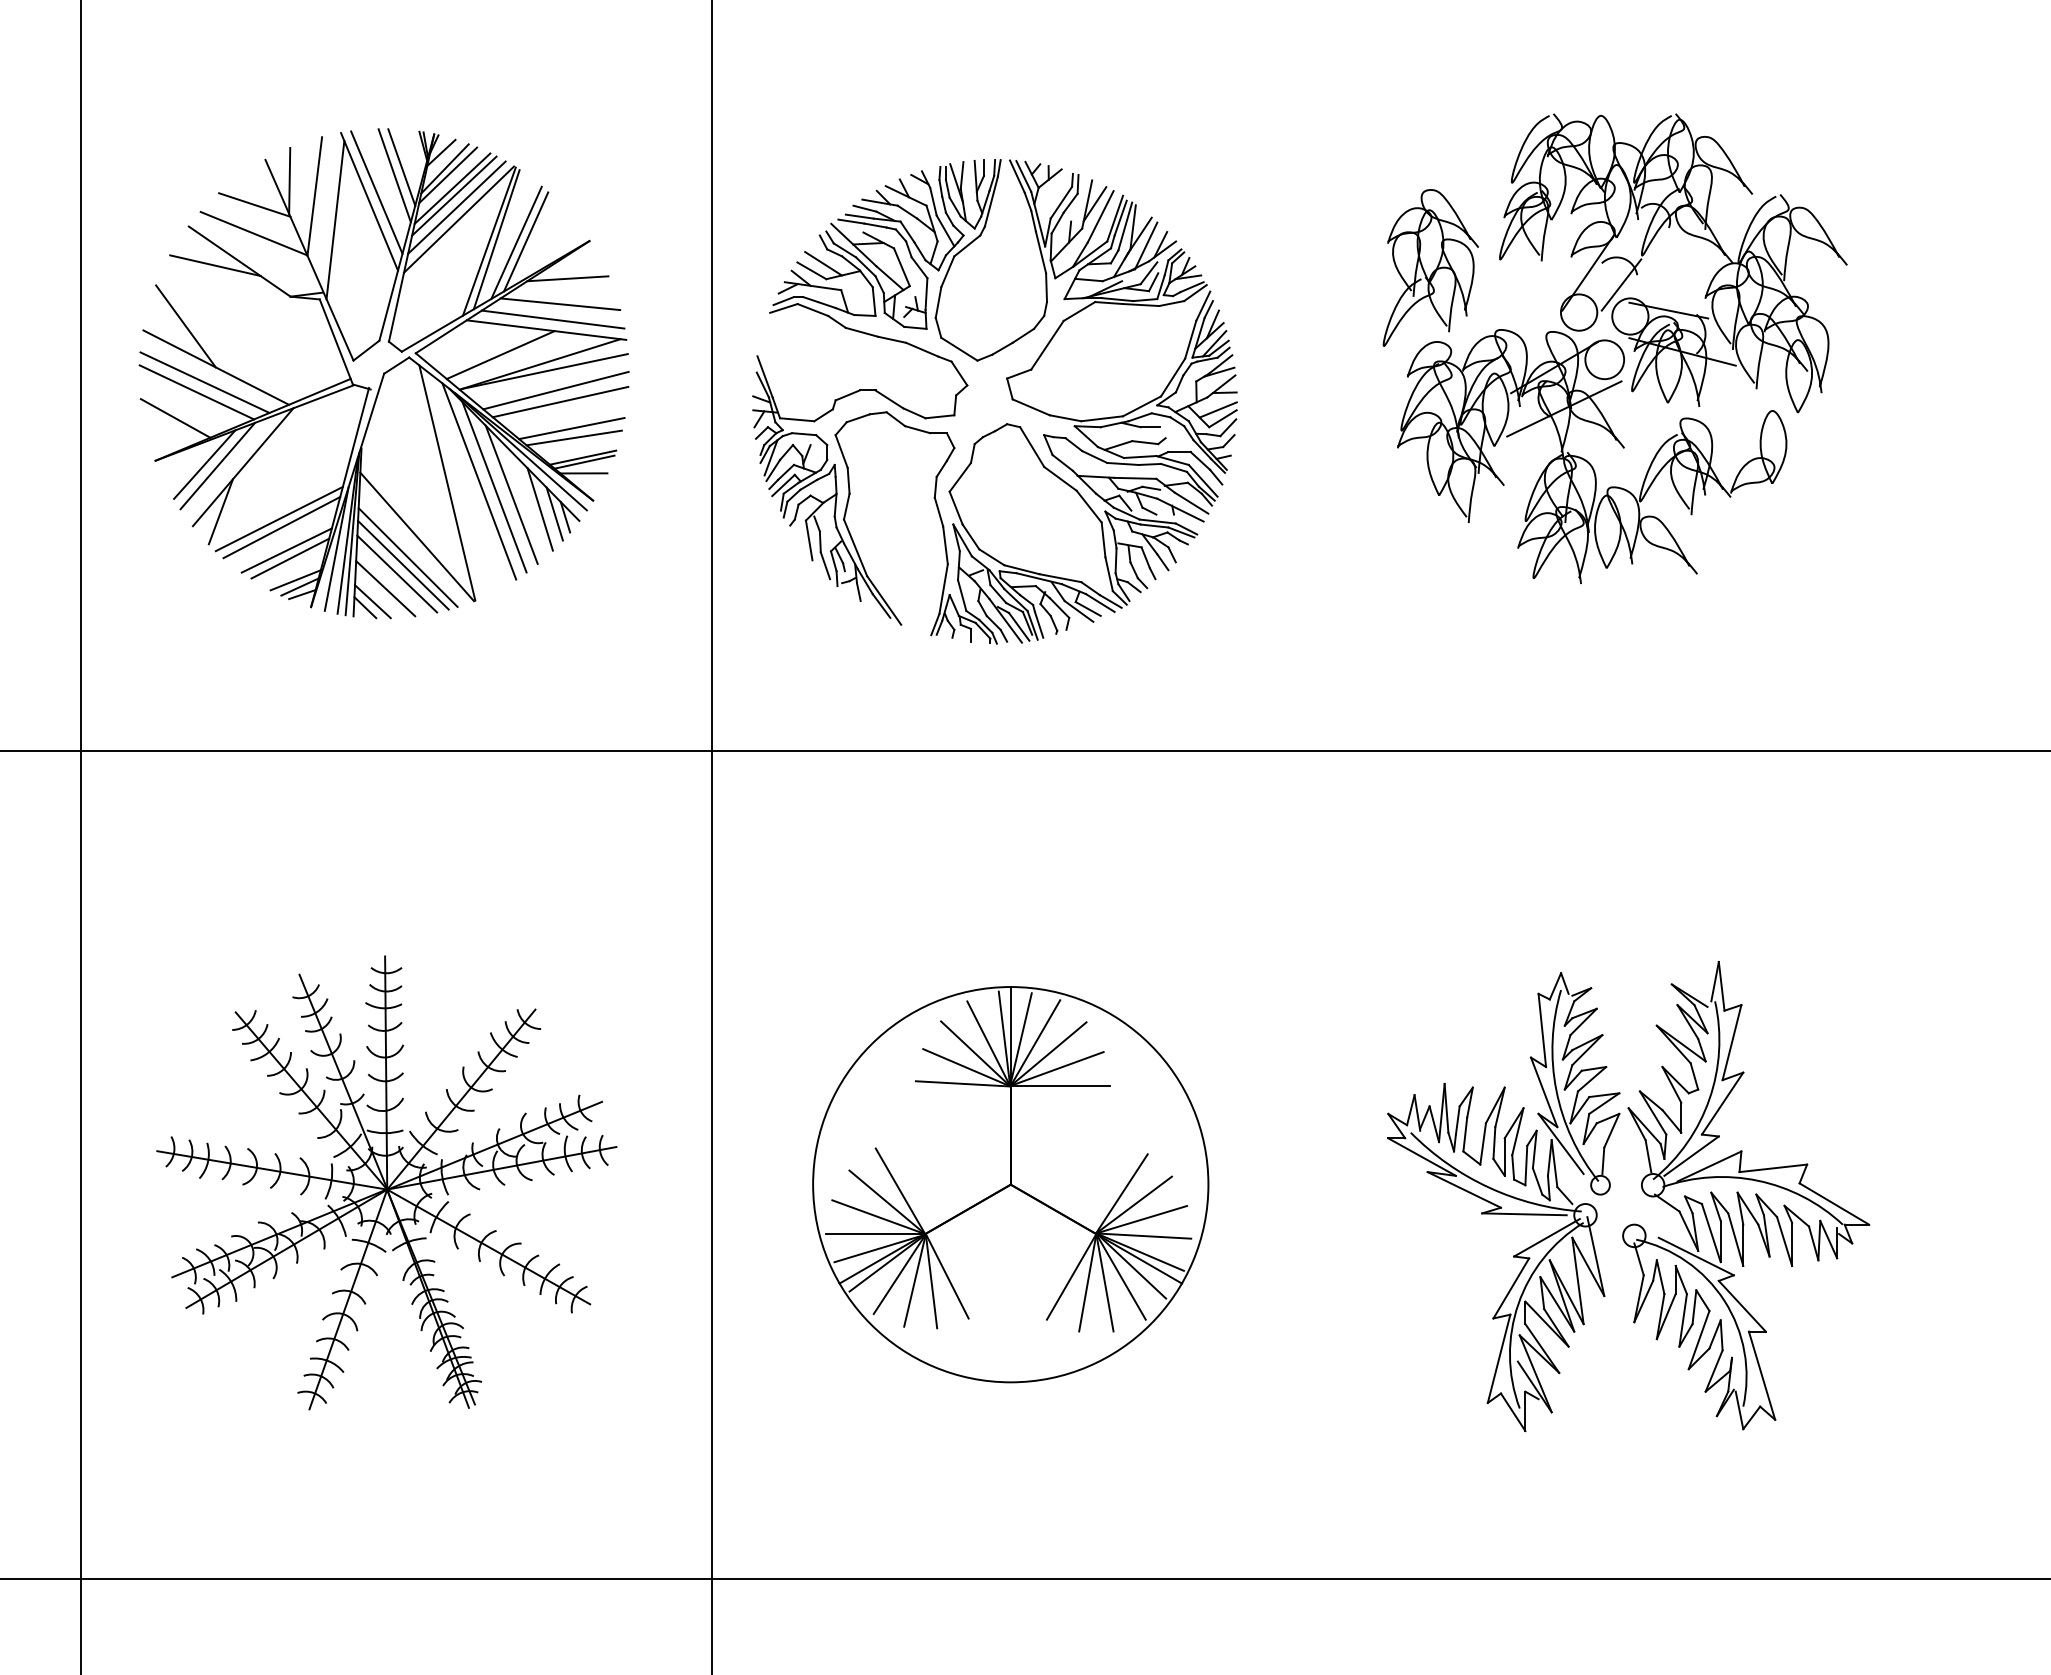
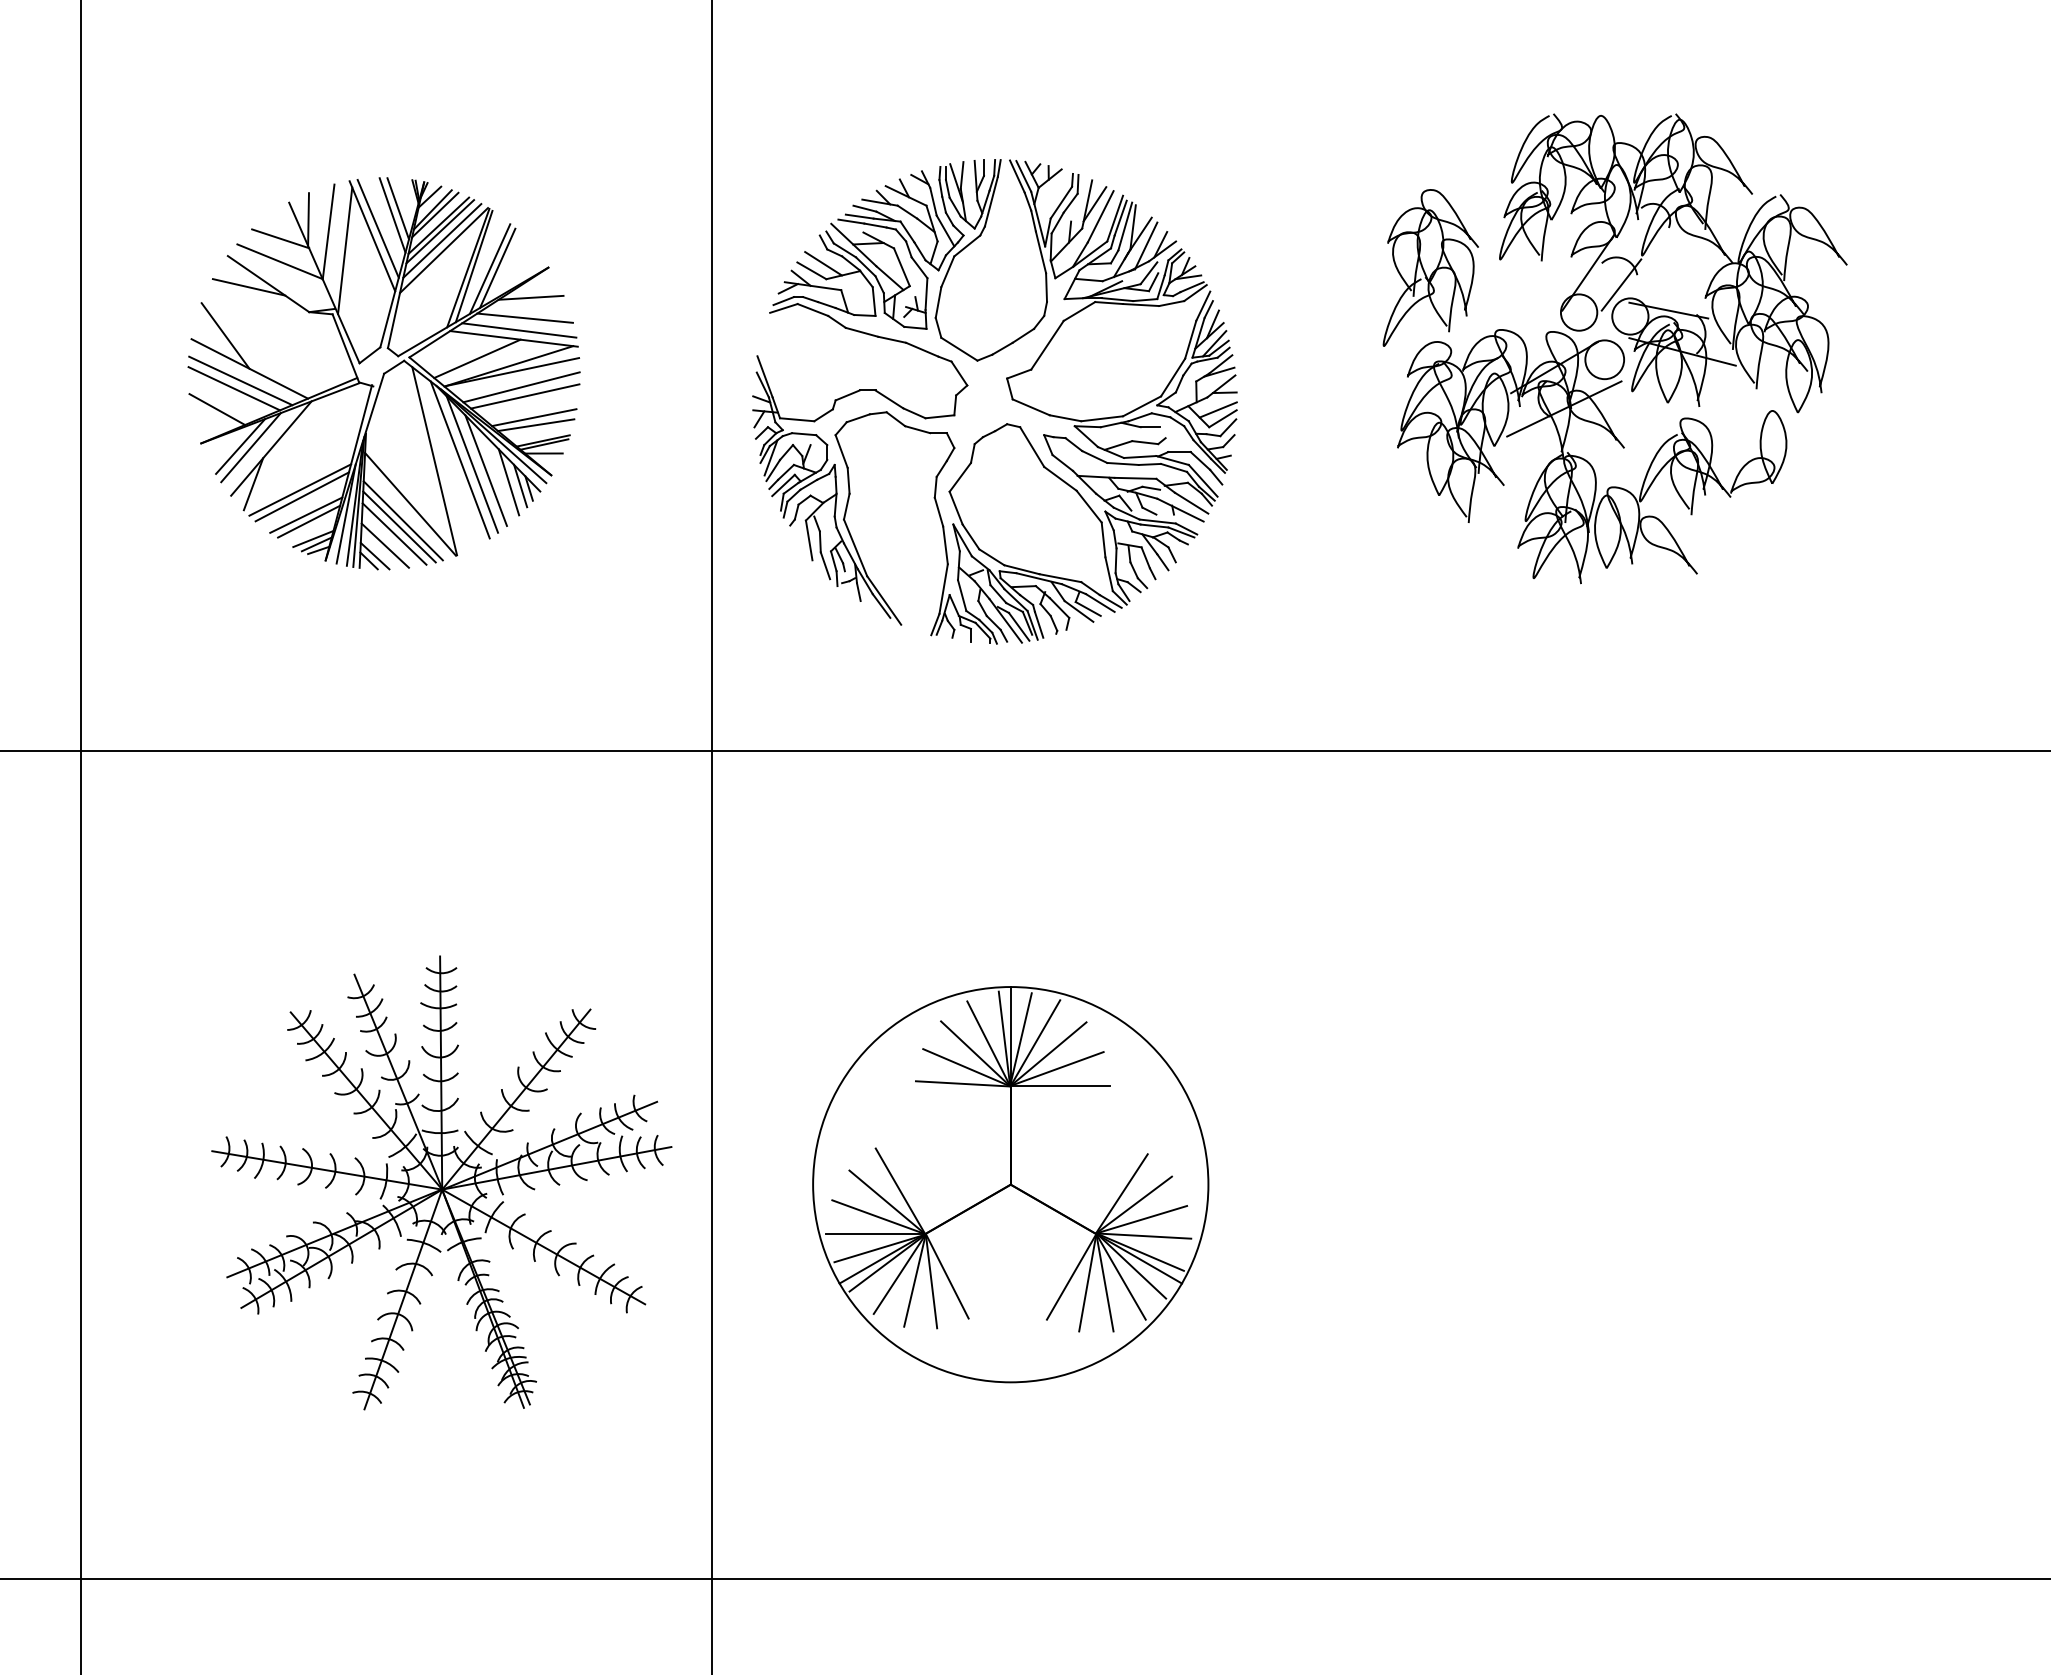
part at (383, 373) size: 492x492 px -> 394x394 px
part at (386, 1182) position: (386, 1182) -> (441, 1182)
part at (1641, 1189): present -> none
